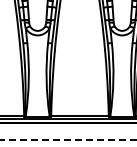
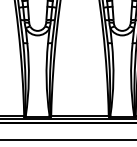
line at (68, 139): dashed -> solid
